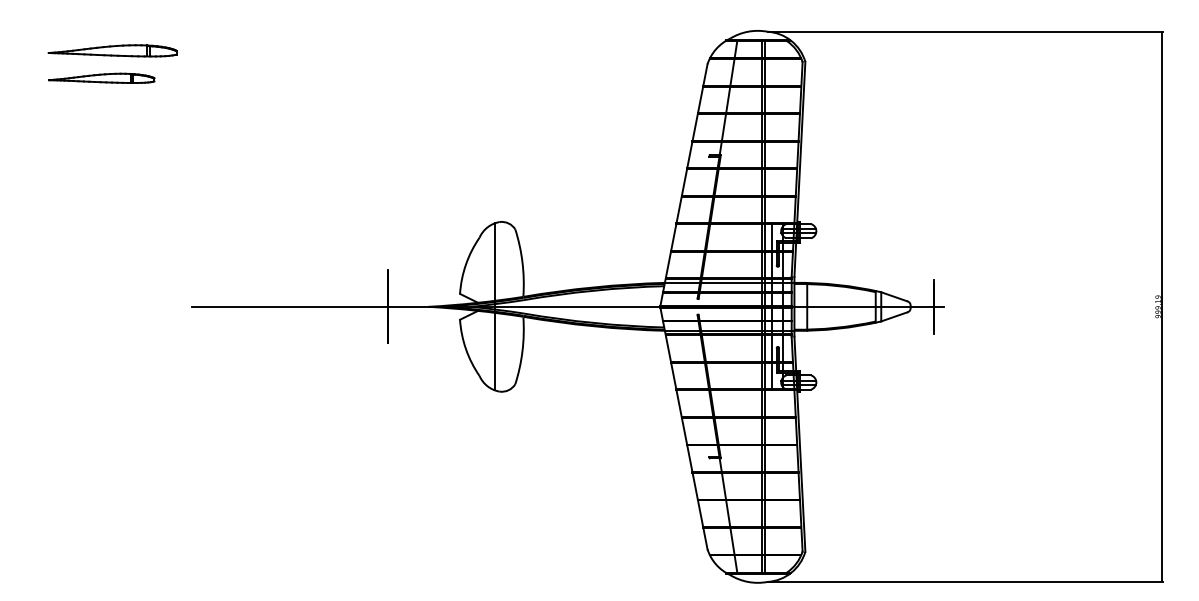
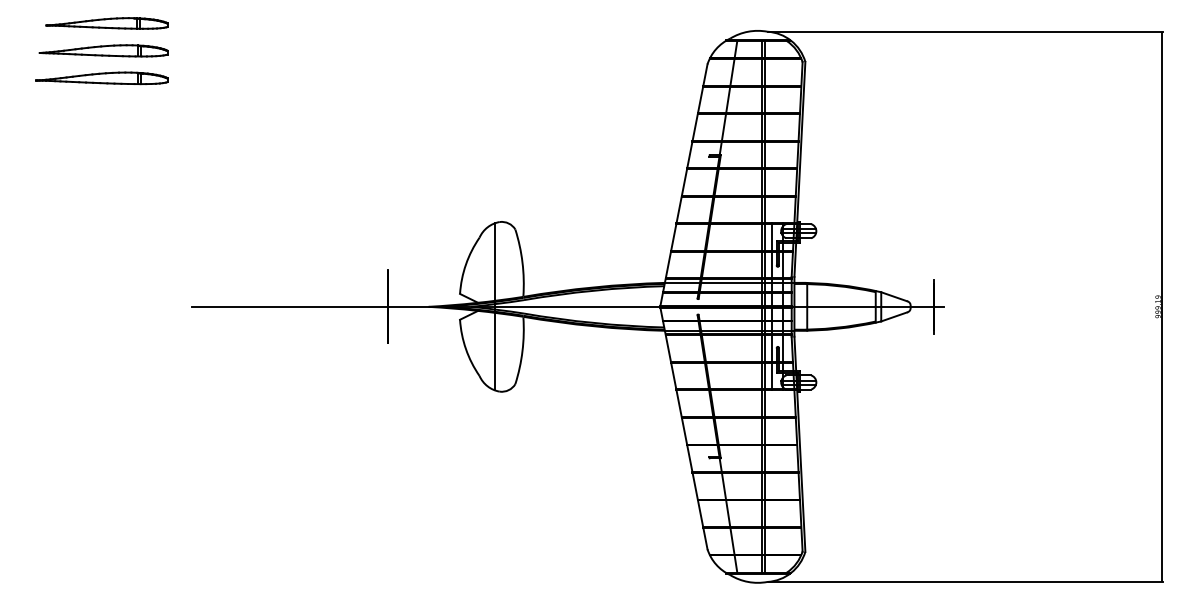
part at (106, 23): none -> present
part at (112, 50) position: (112, 50) -> (103, 50)
part at (101, 77) size: 108x12 px -> 134x15 px
